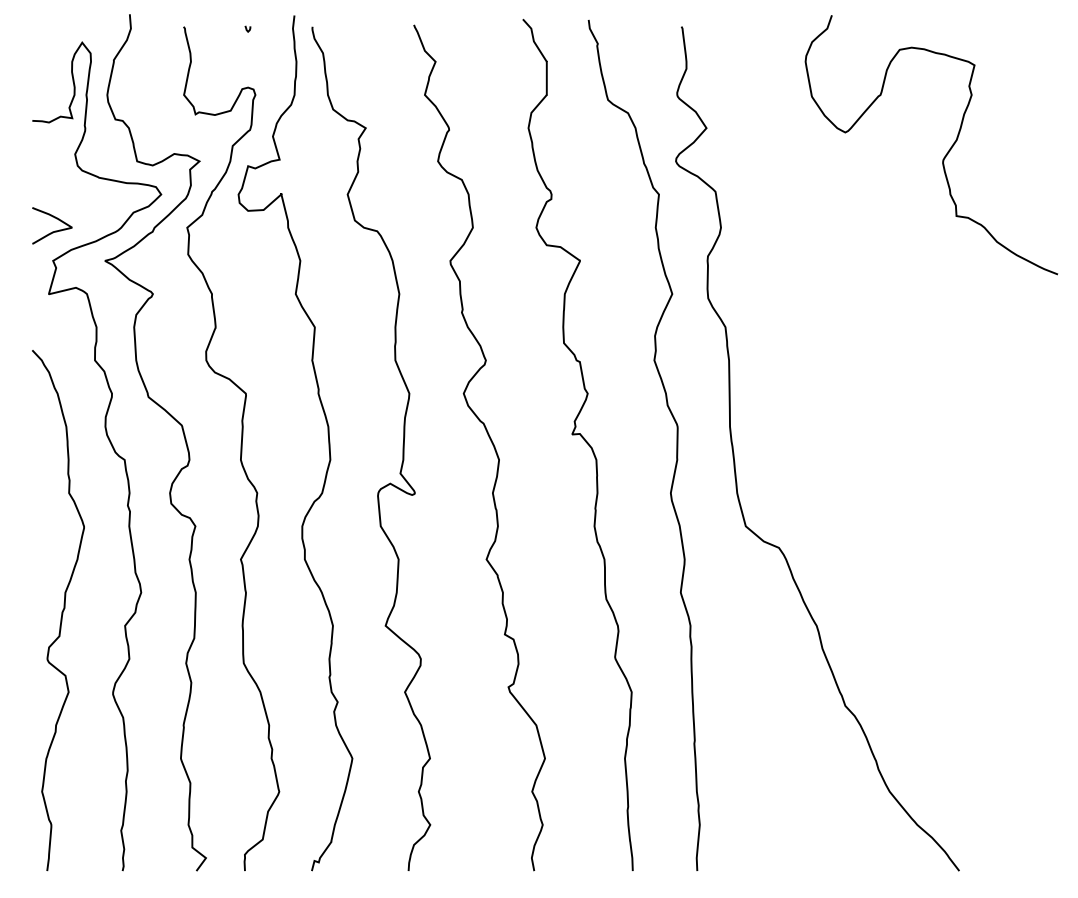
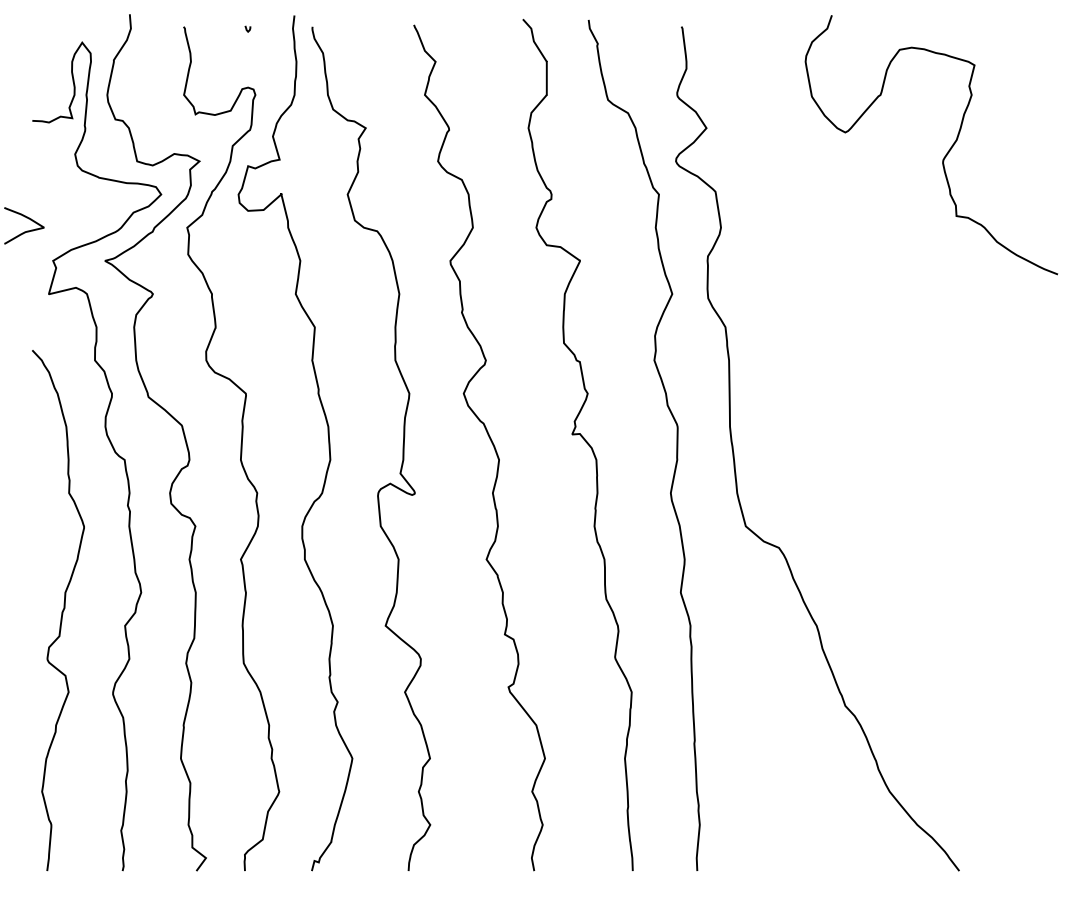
curve at (55, 230) position: (55, 230) -> (27, 230)
